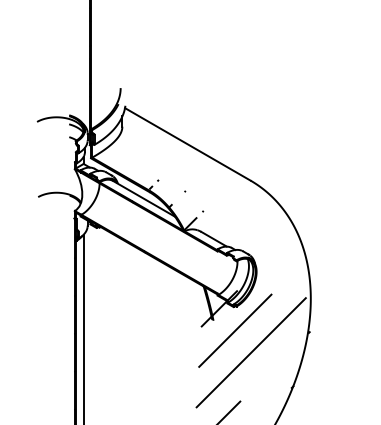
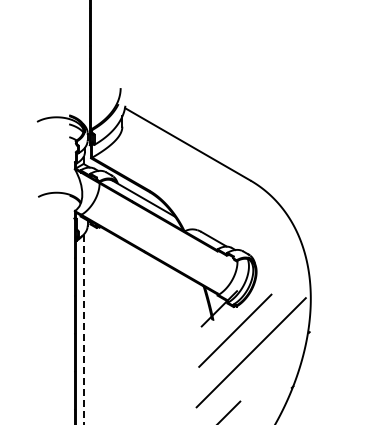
hatch at (146, 181): present -> none
line at (83, 329): solid -> dashed
